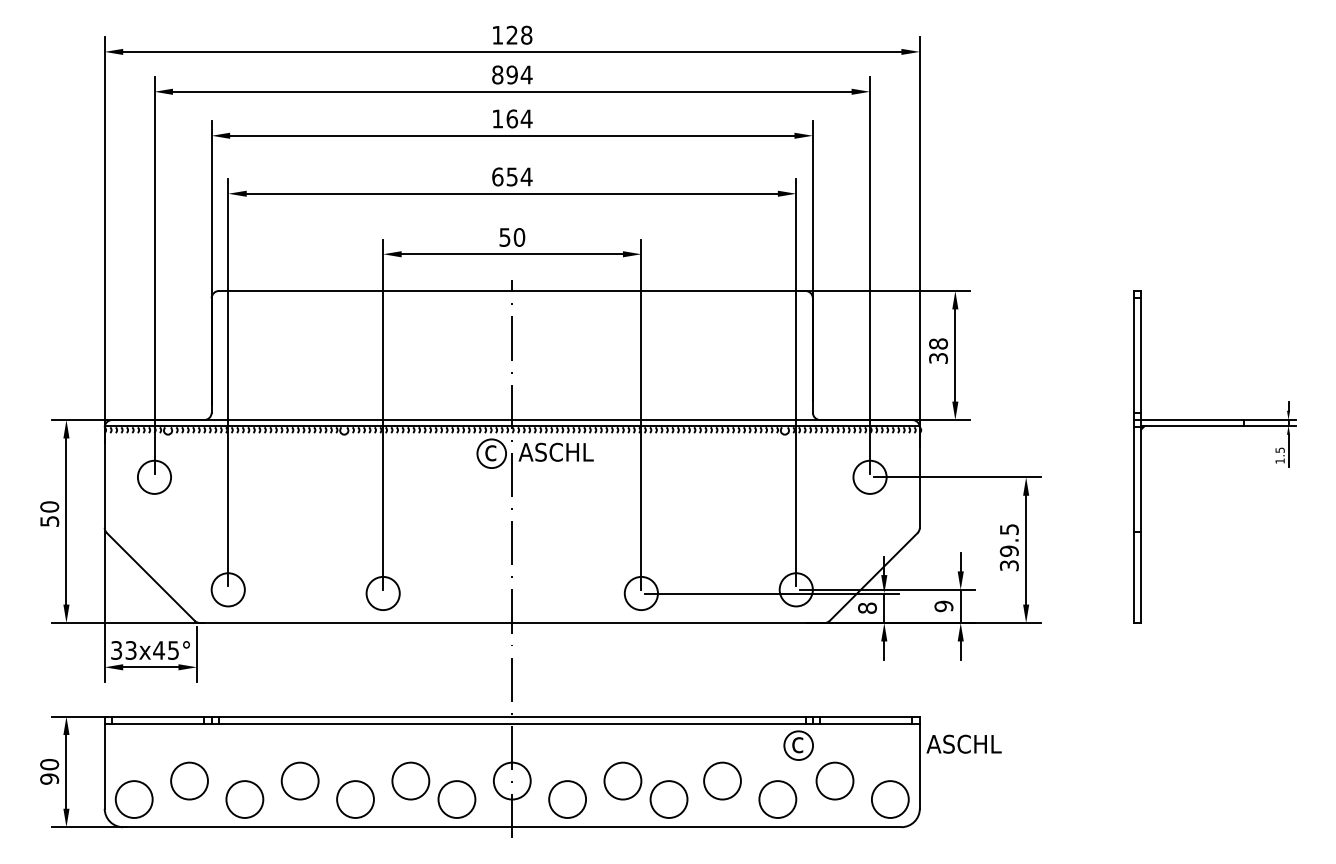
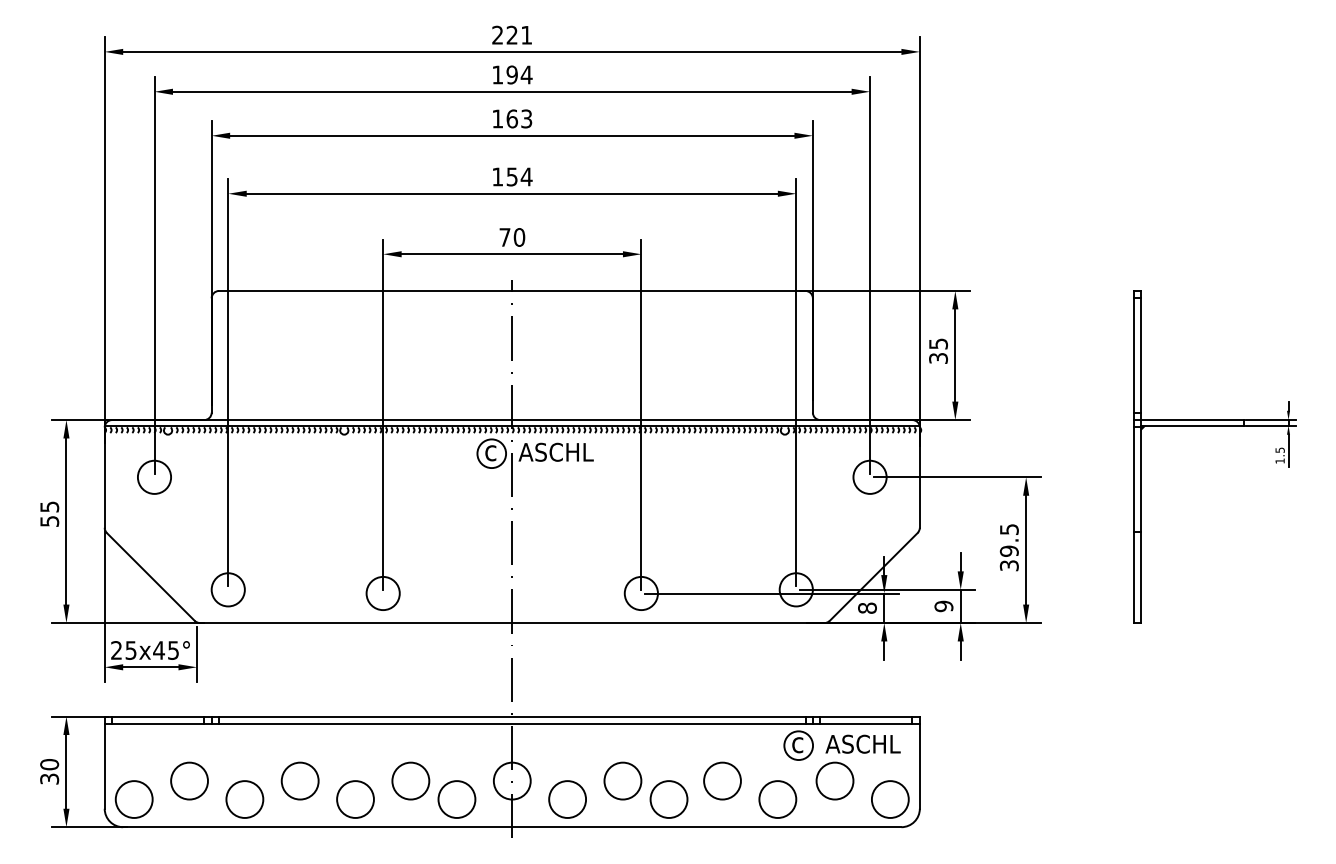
text at (512, 34): 128 -> 221
text at (497, 74): 894 -> 194
text at (526, 118): 164 -> 163
text at (497, 176): 654 -> 154
text at (504, 237): 50 -> 70
text at (938, 343): 38 -> 35
text at (49, 506): 50 -> 55
text at (123, 650): 33x45° -> 25x45°
text at (963, 743) position: (963, 743) -> (862, 743)
text at (49, 778): 90 -> 30
